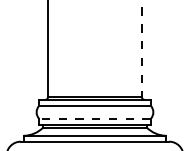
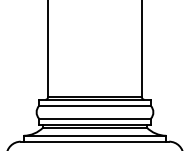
line at (141, 49): dashed -> solid
line at (95, 118): dashed -> solid
